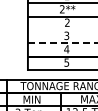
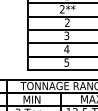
line at (61, 30): none -> present
line at (62, 43): dashed -> solid
